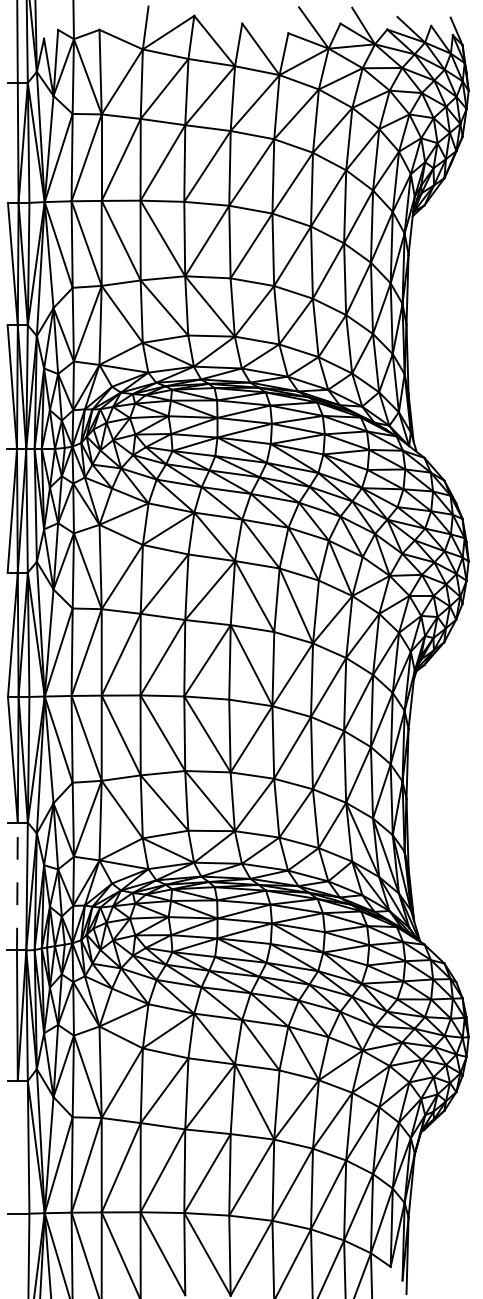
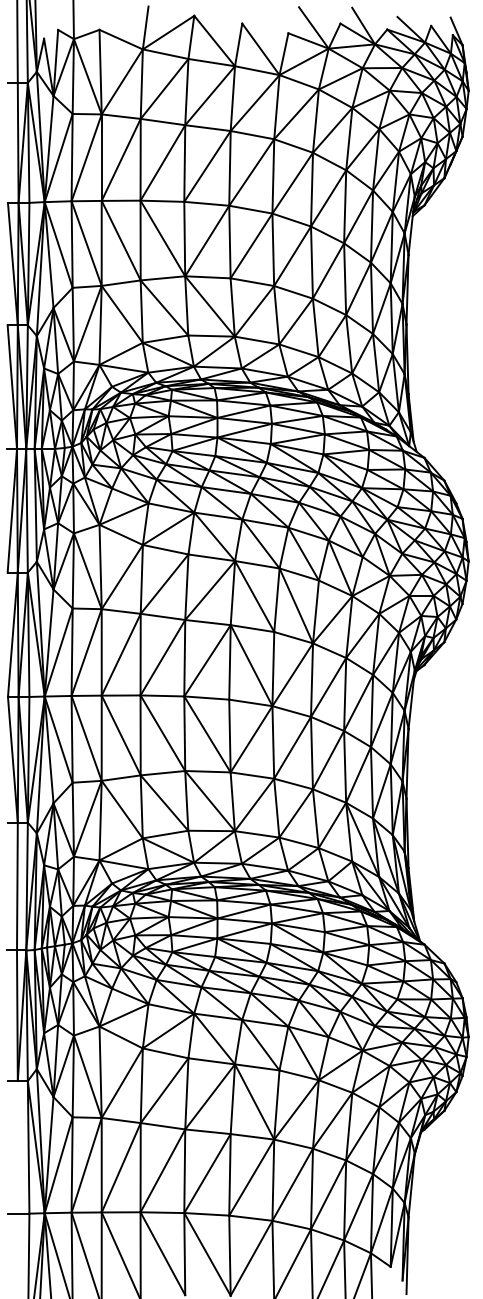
line at (17, 886): dashed -> solid
